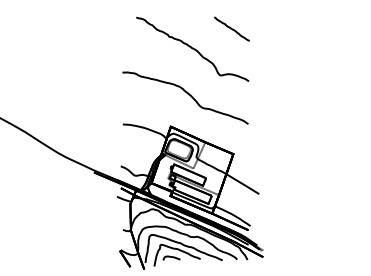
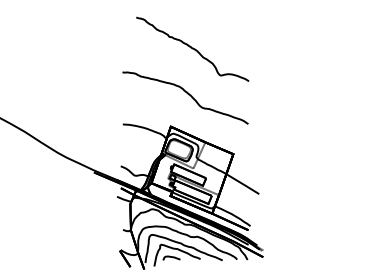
line at (231, 28): present -> none
